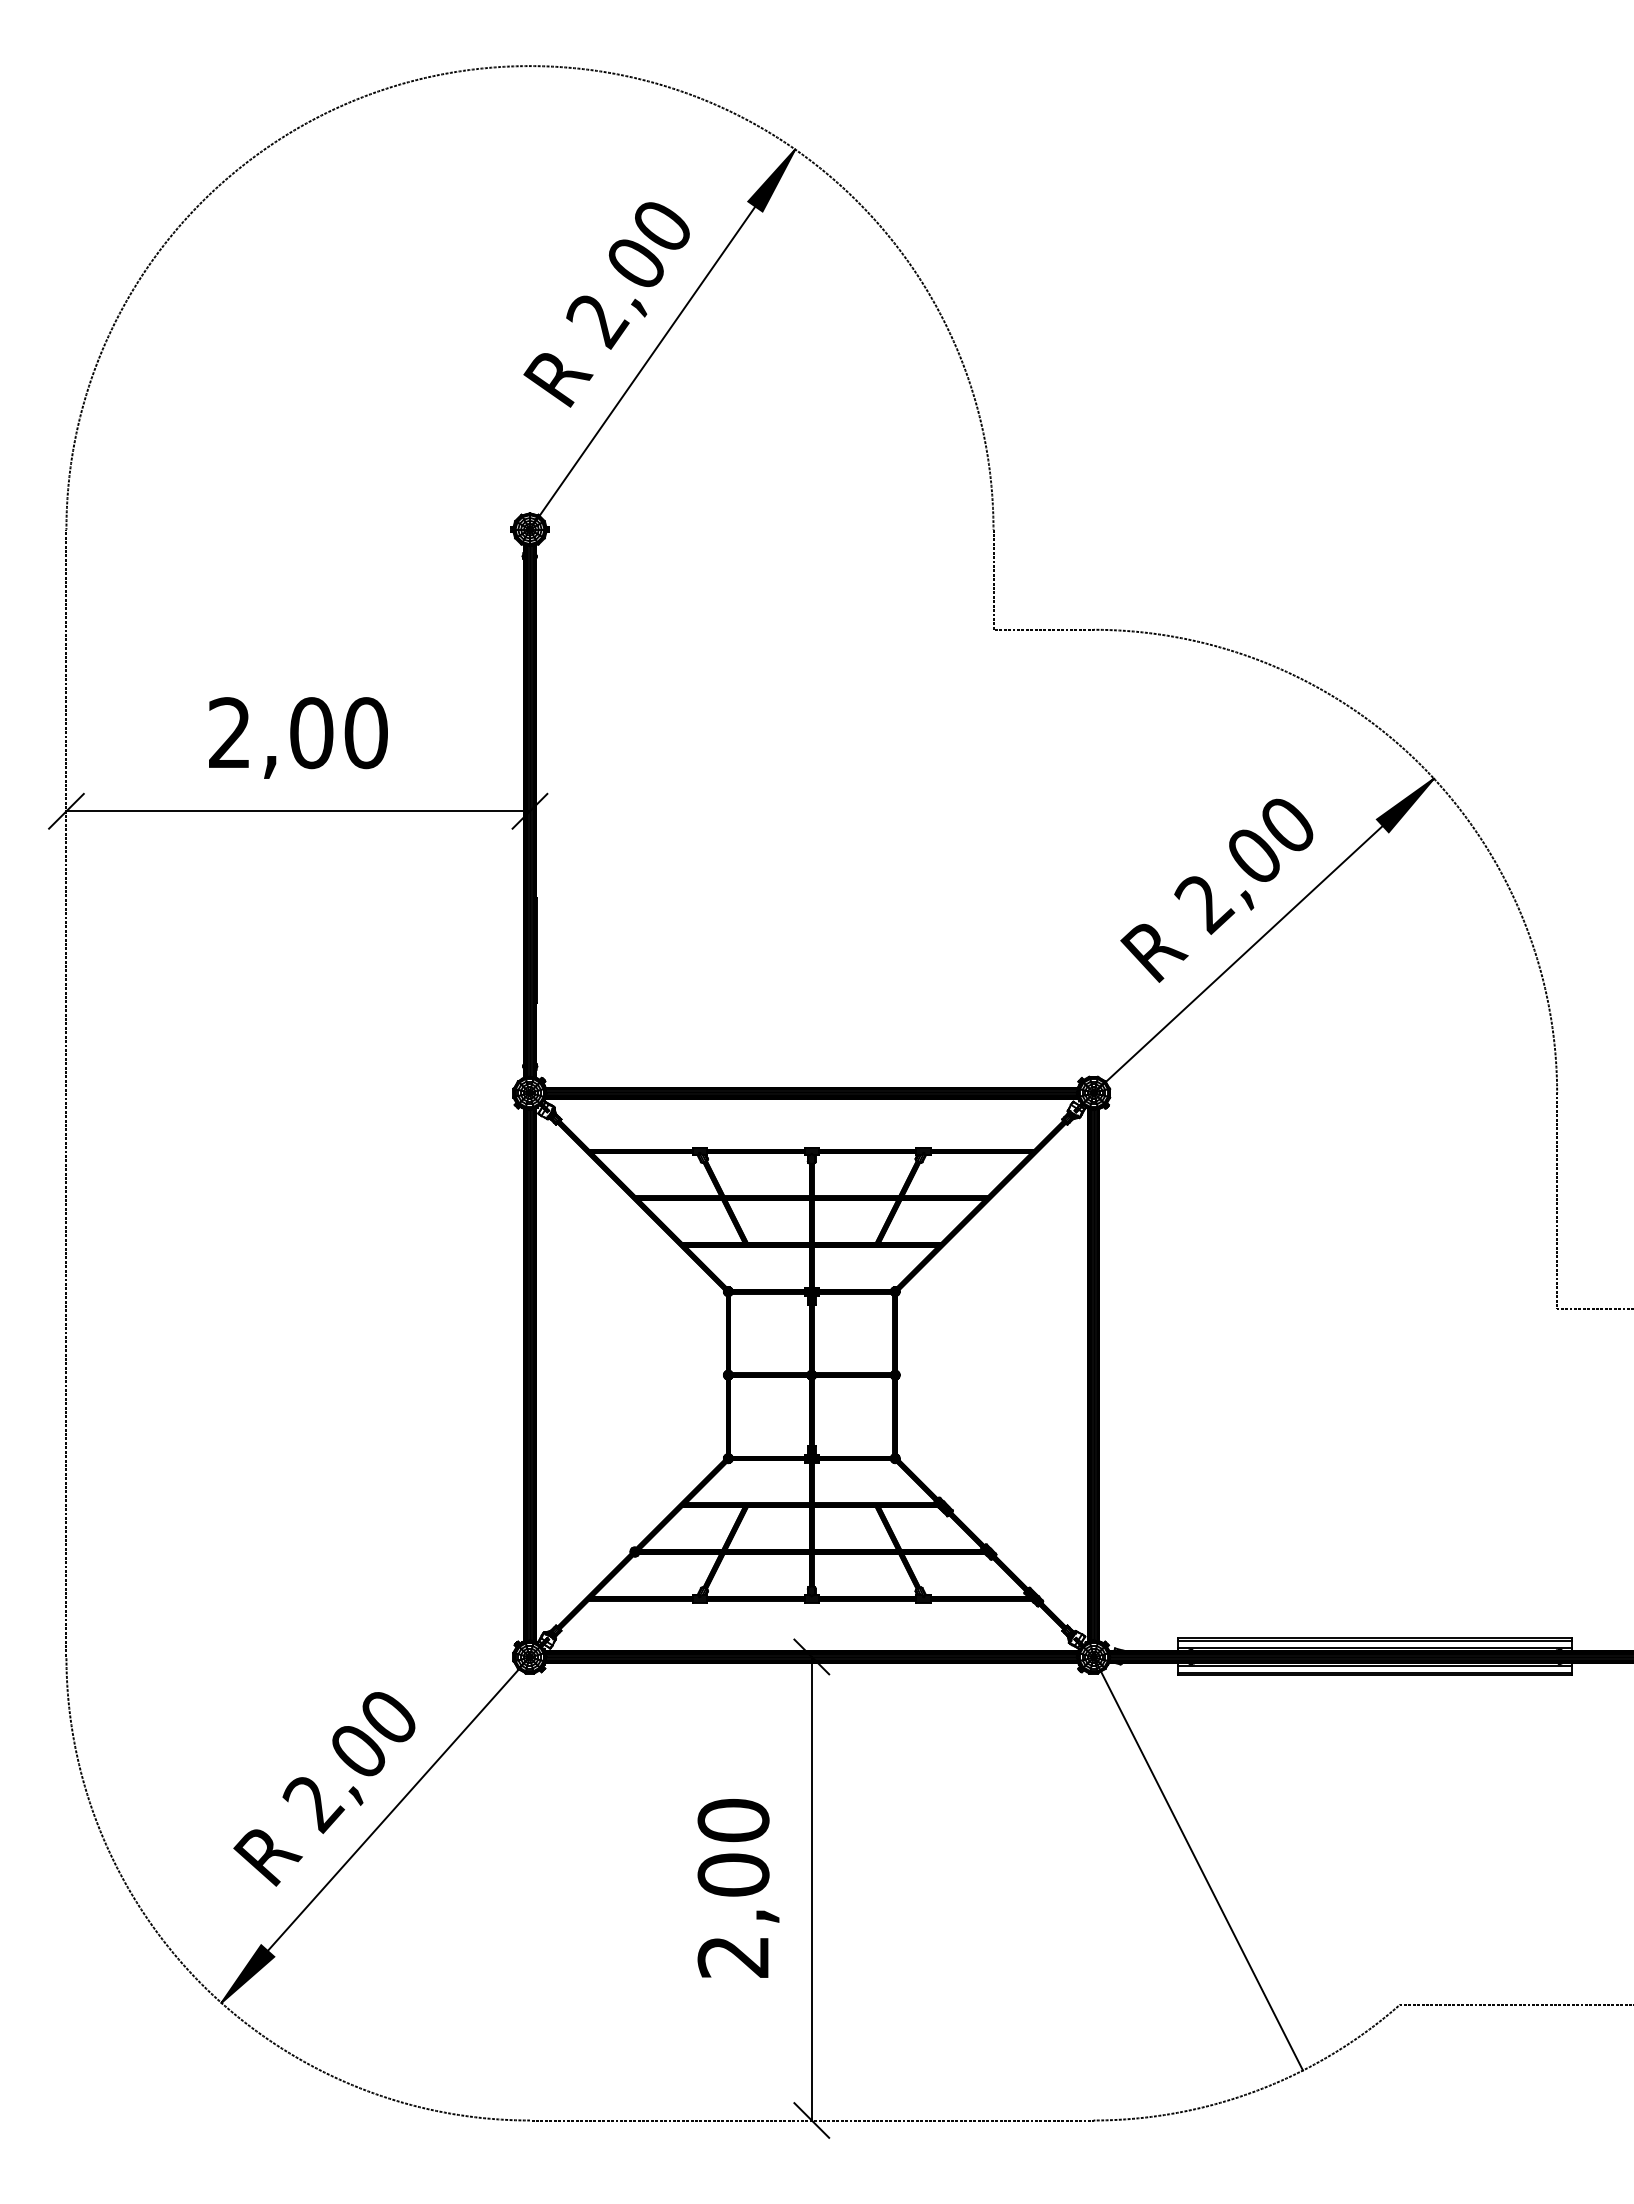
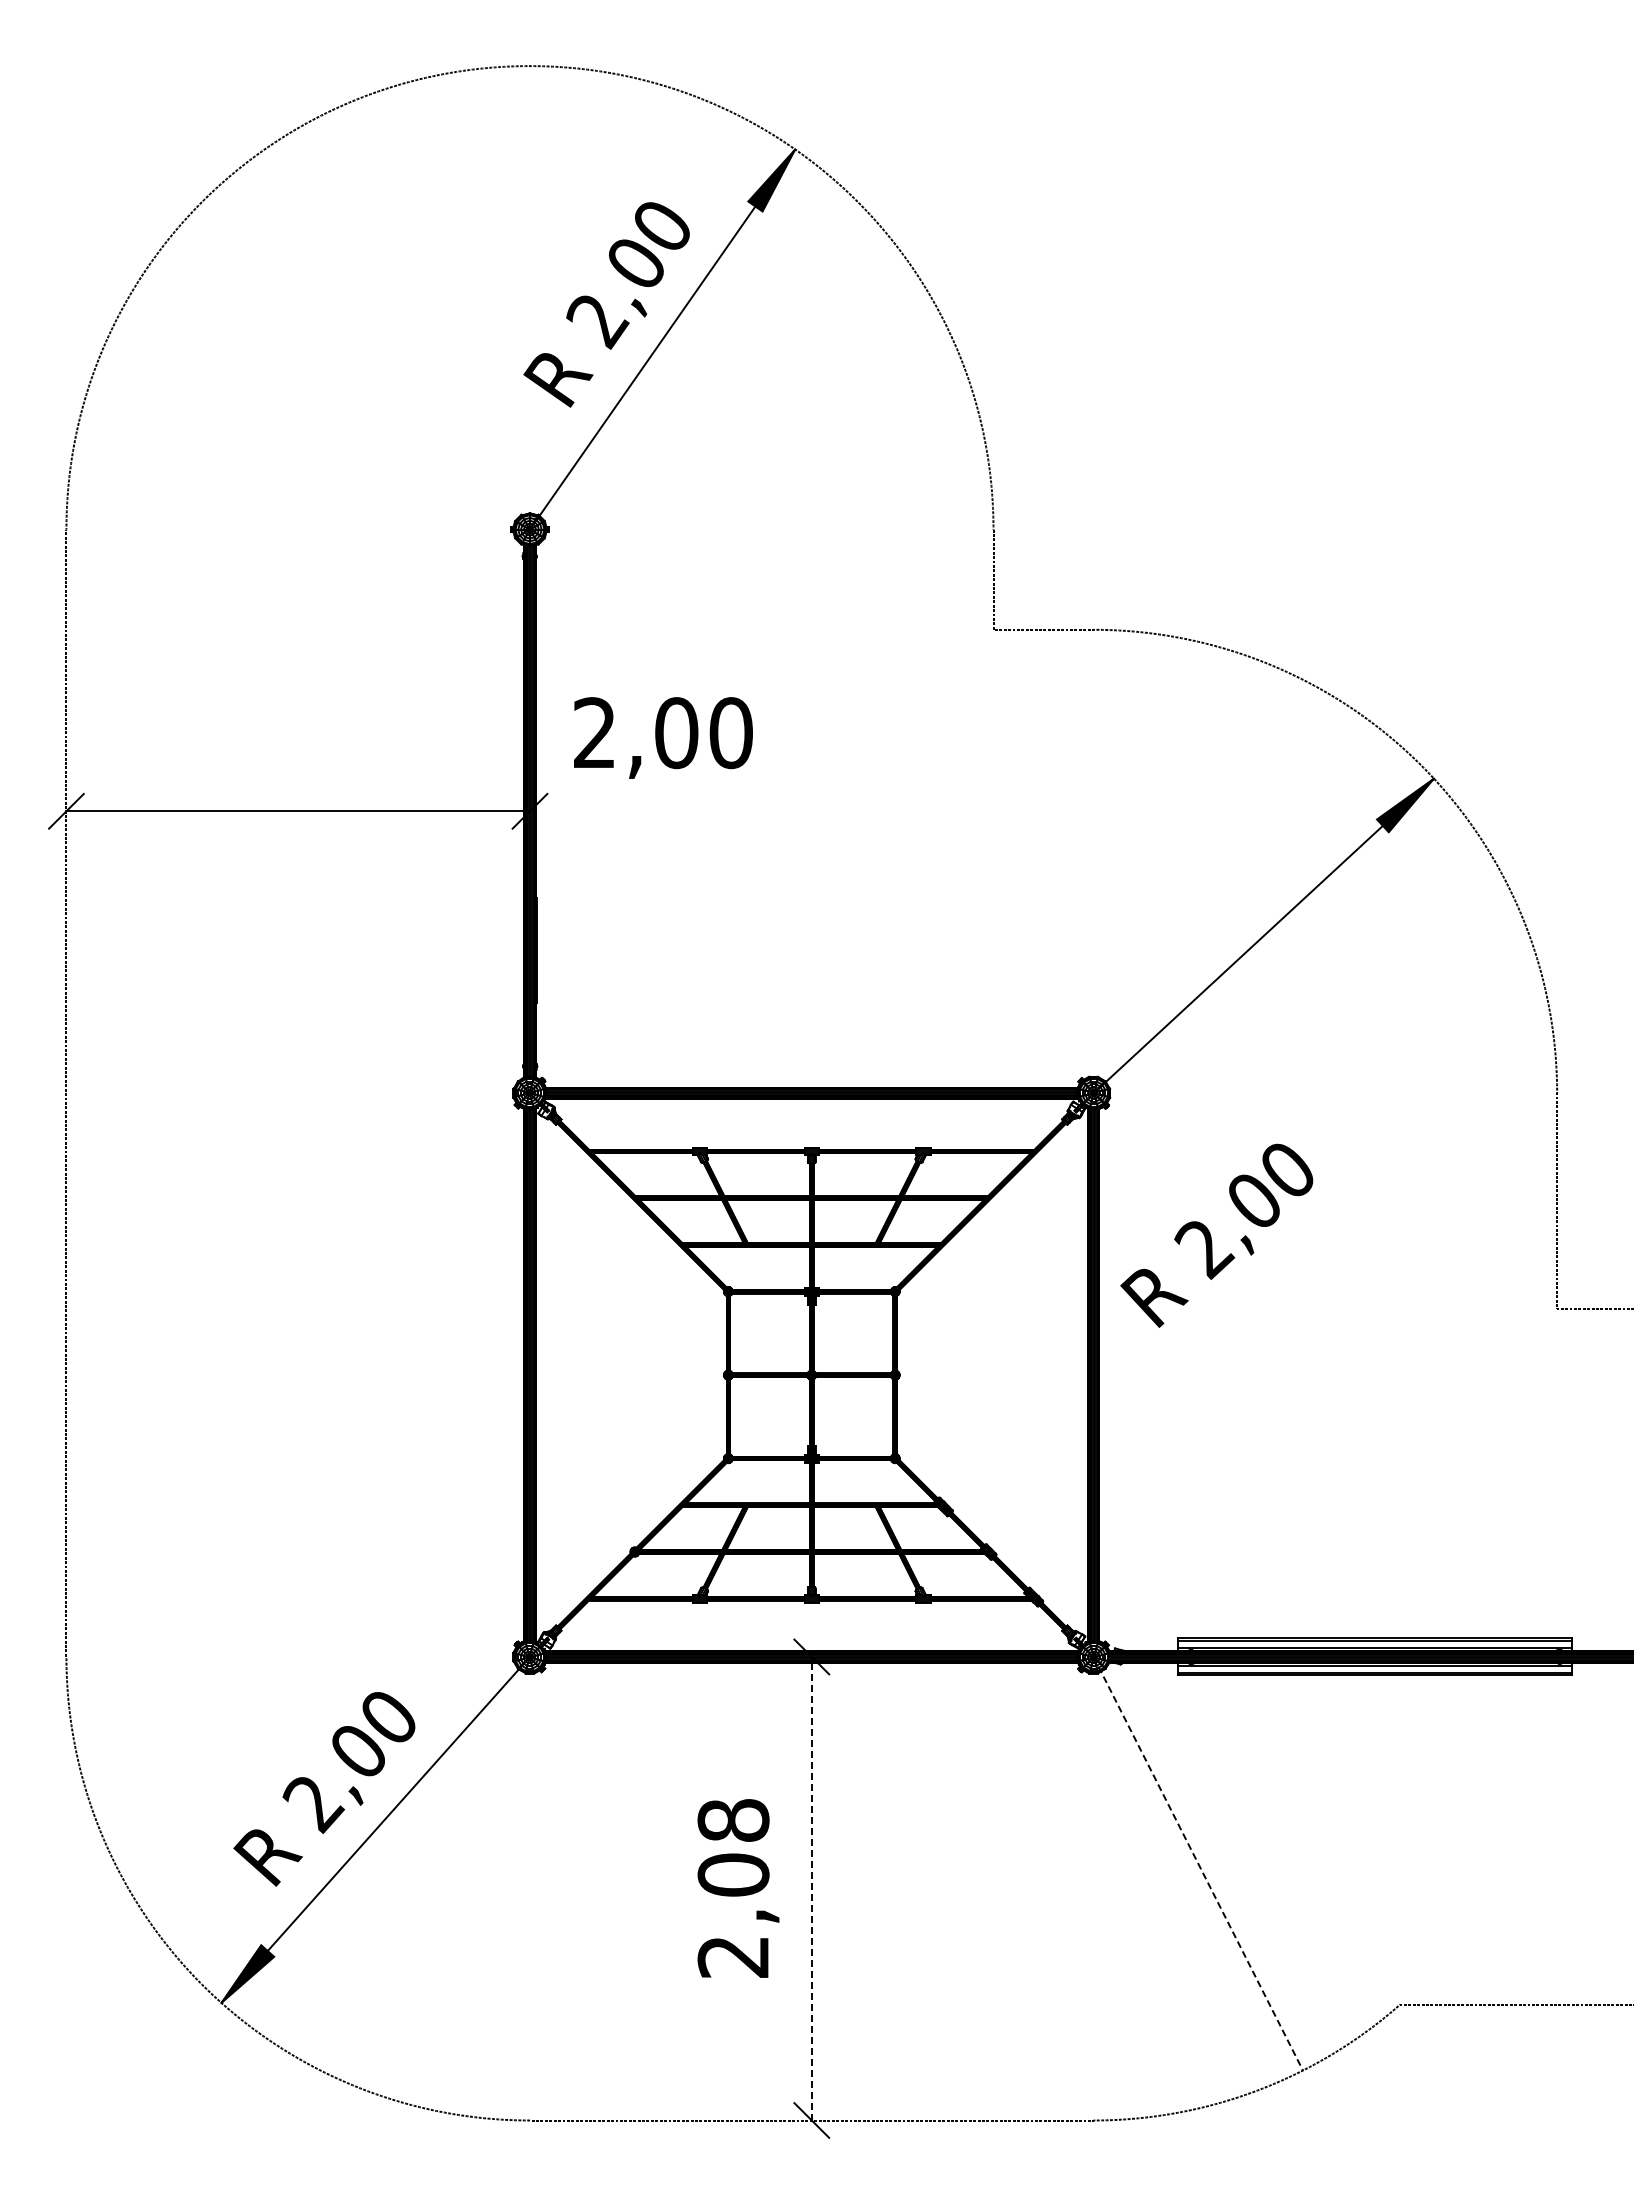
text at (298, 737) position: (298, 737) -> (663, 737)
text at (1216, 890) position: (1216, 890) -> (1216, 1235)
text at (733, 1820): 2,00 -> 2,08
line at (1198, 1863): solid -> dashed
line at (811, 1888): solid -> dashed
